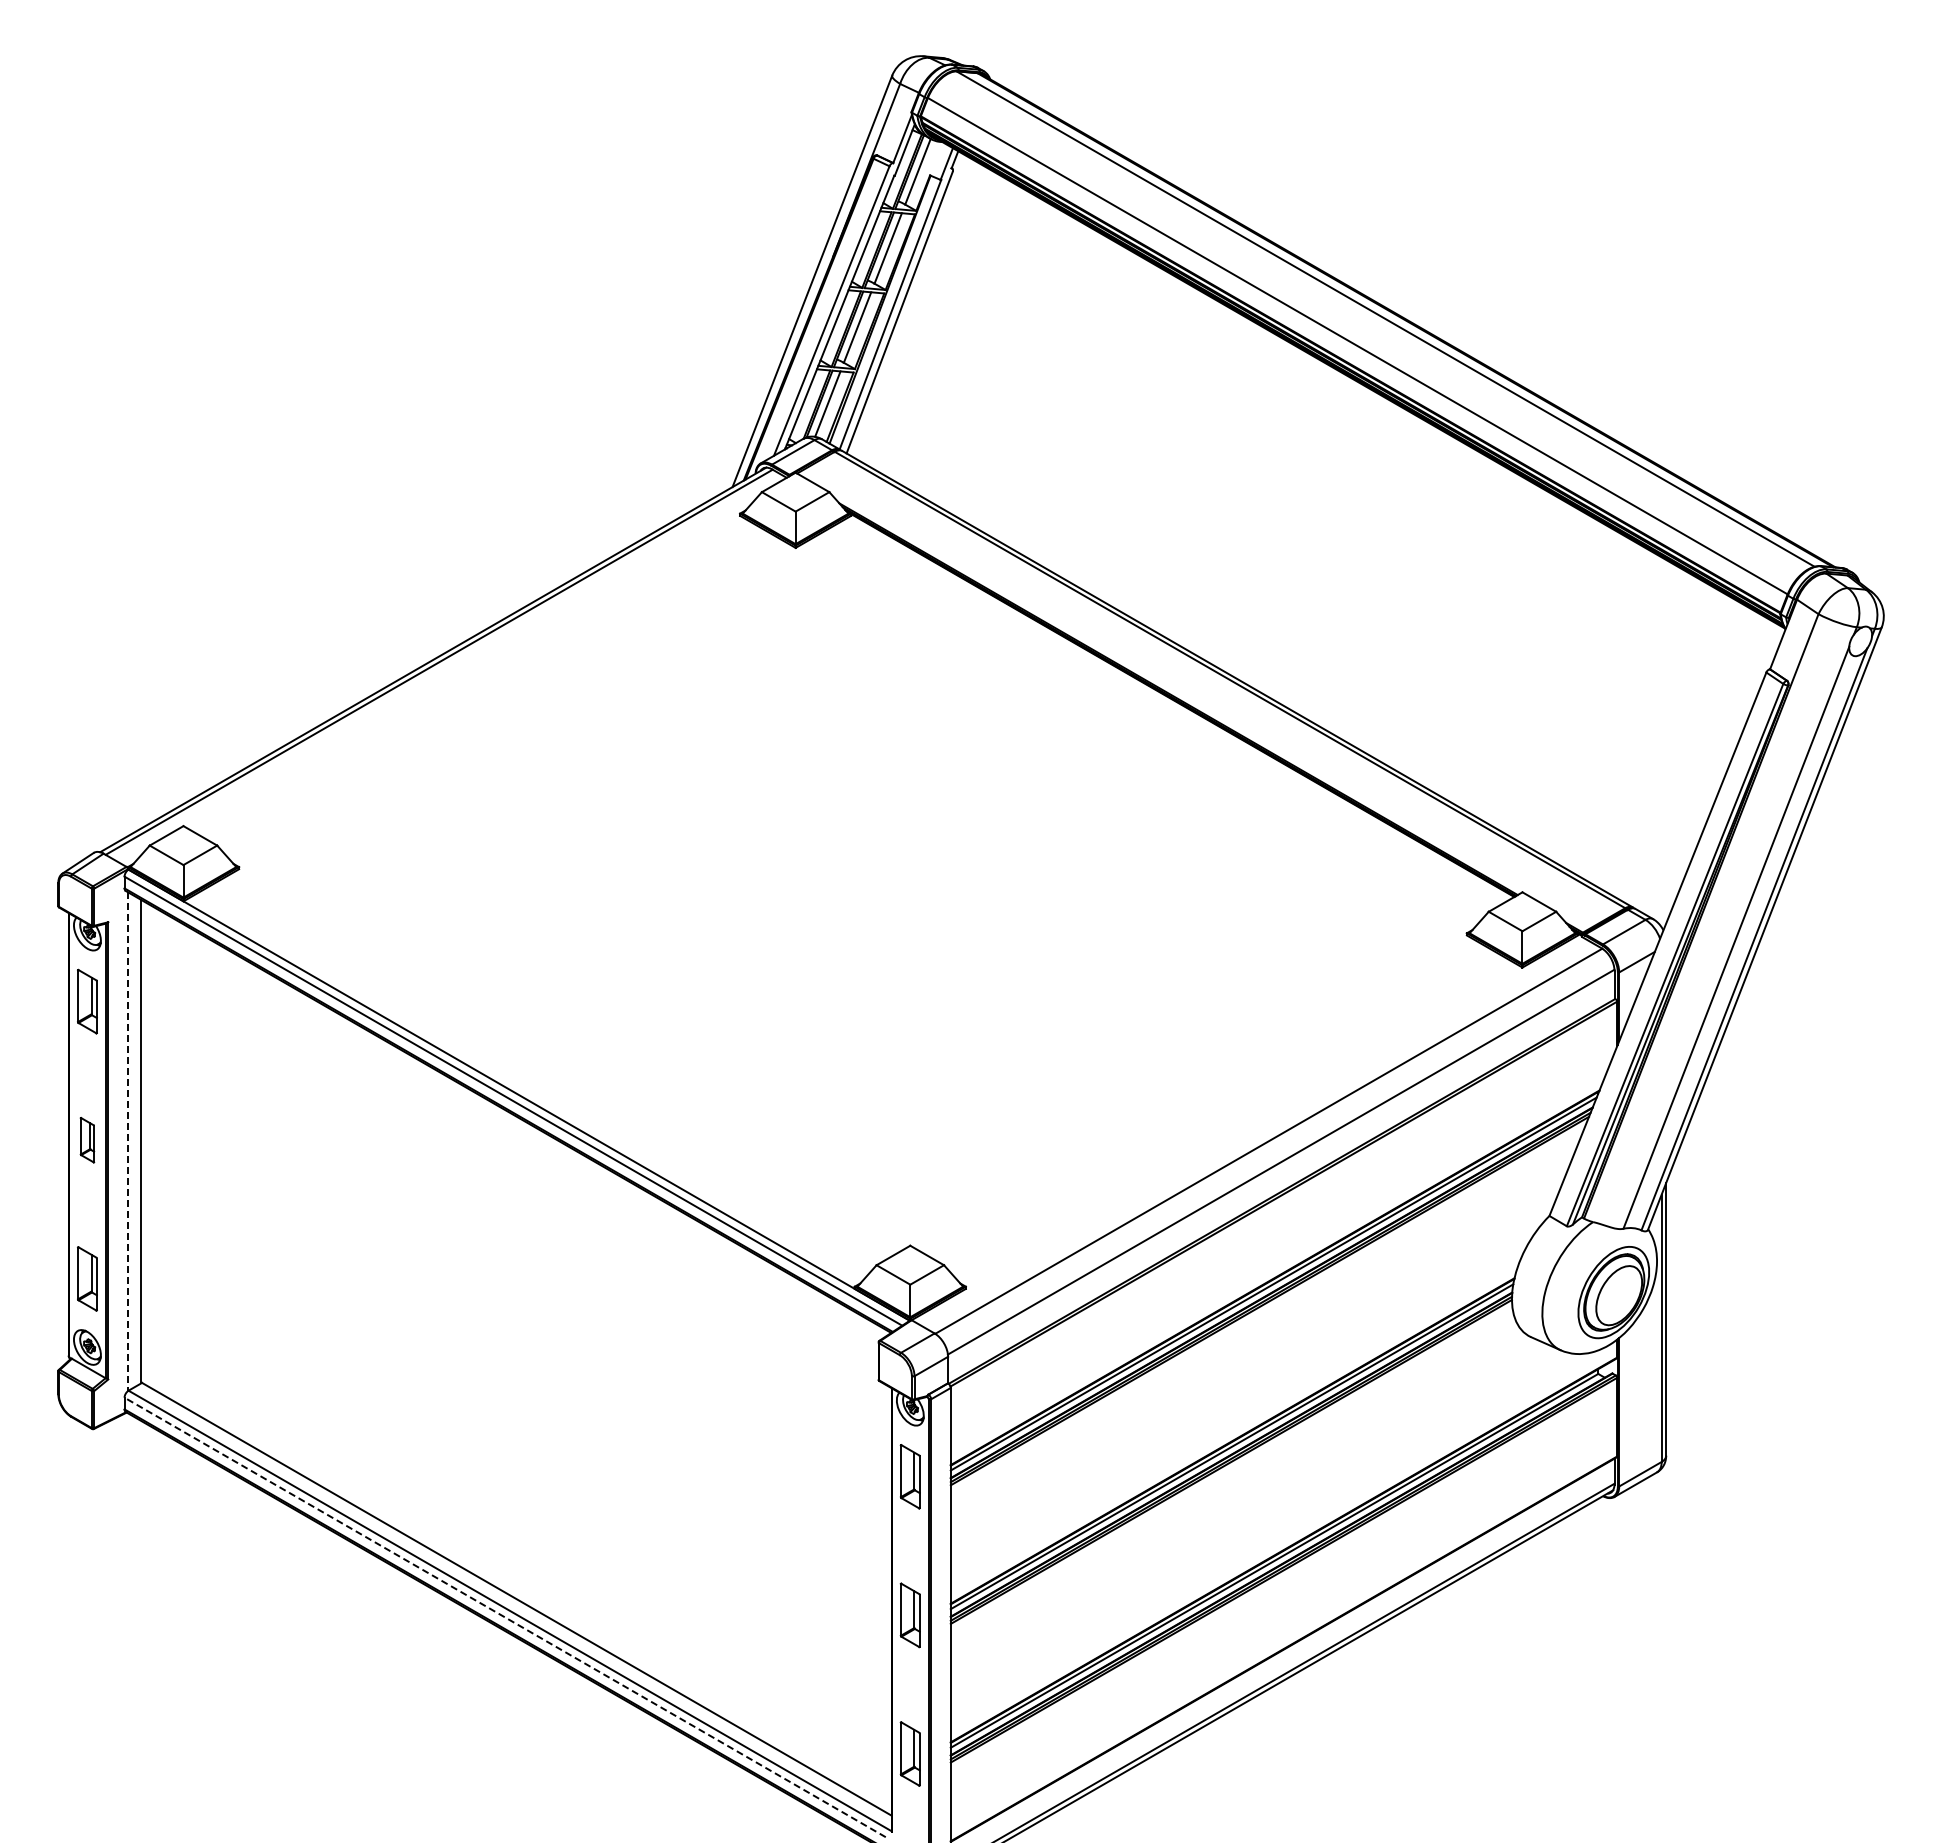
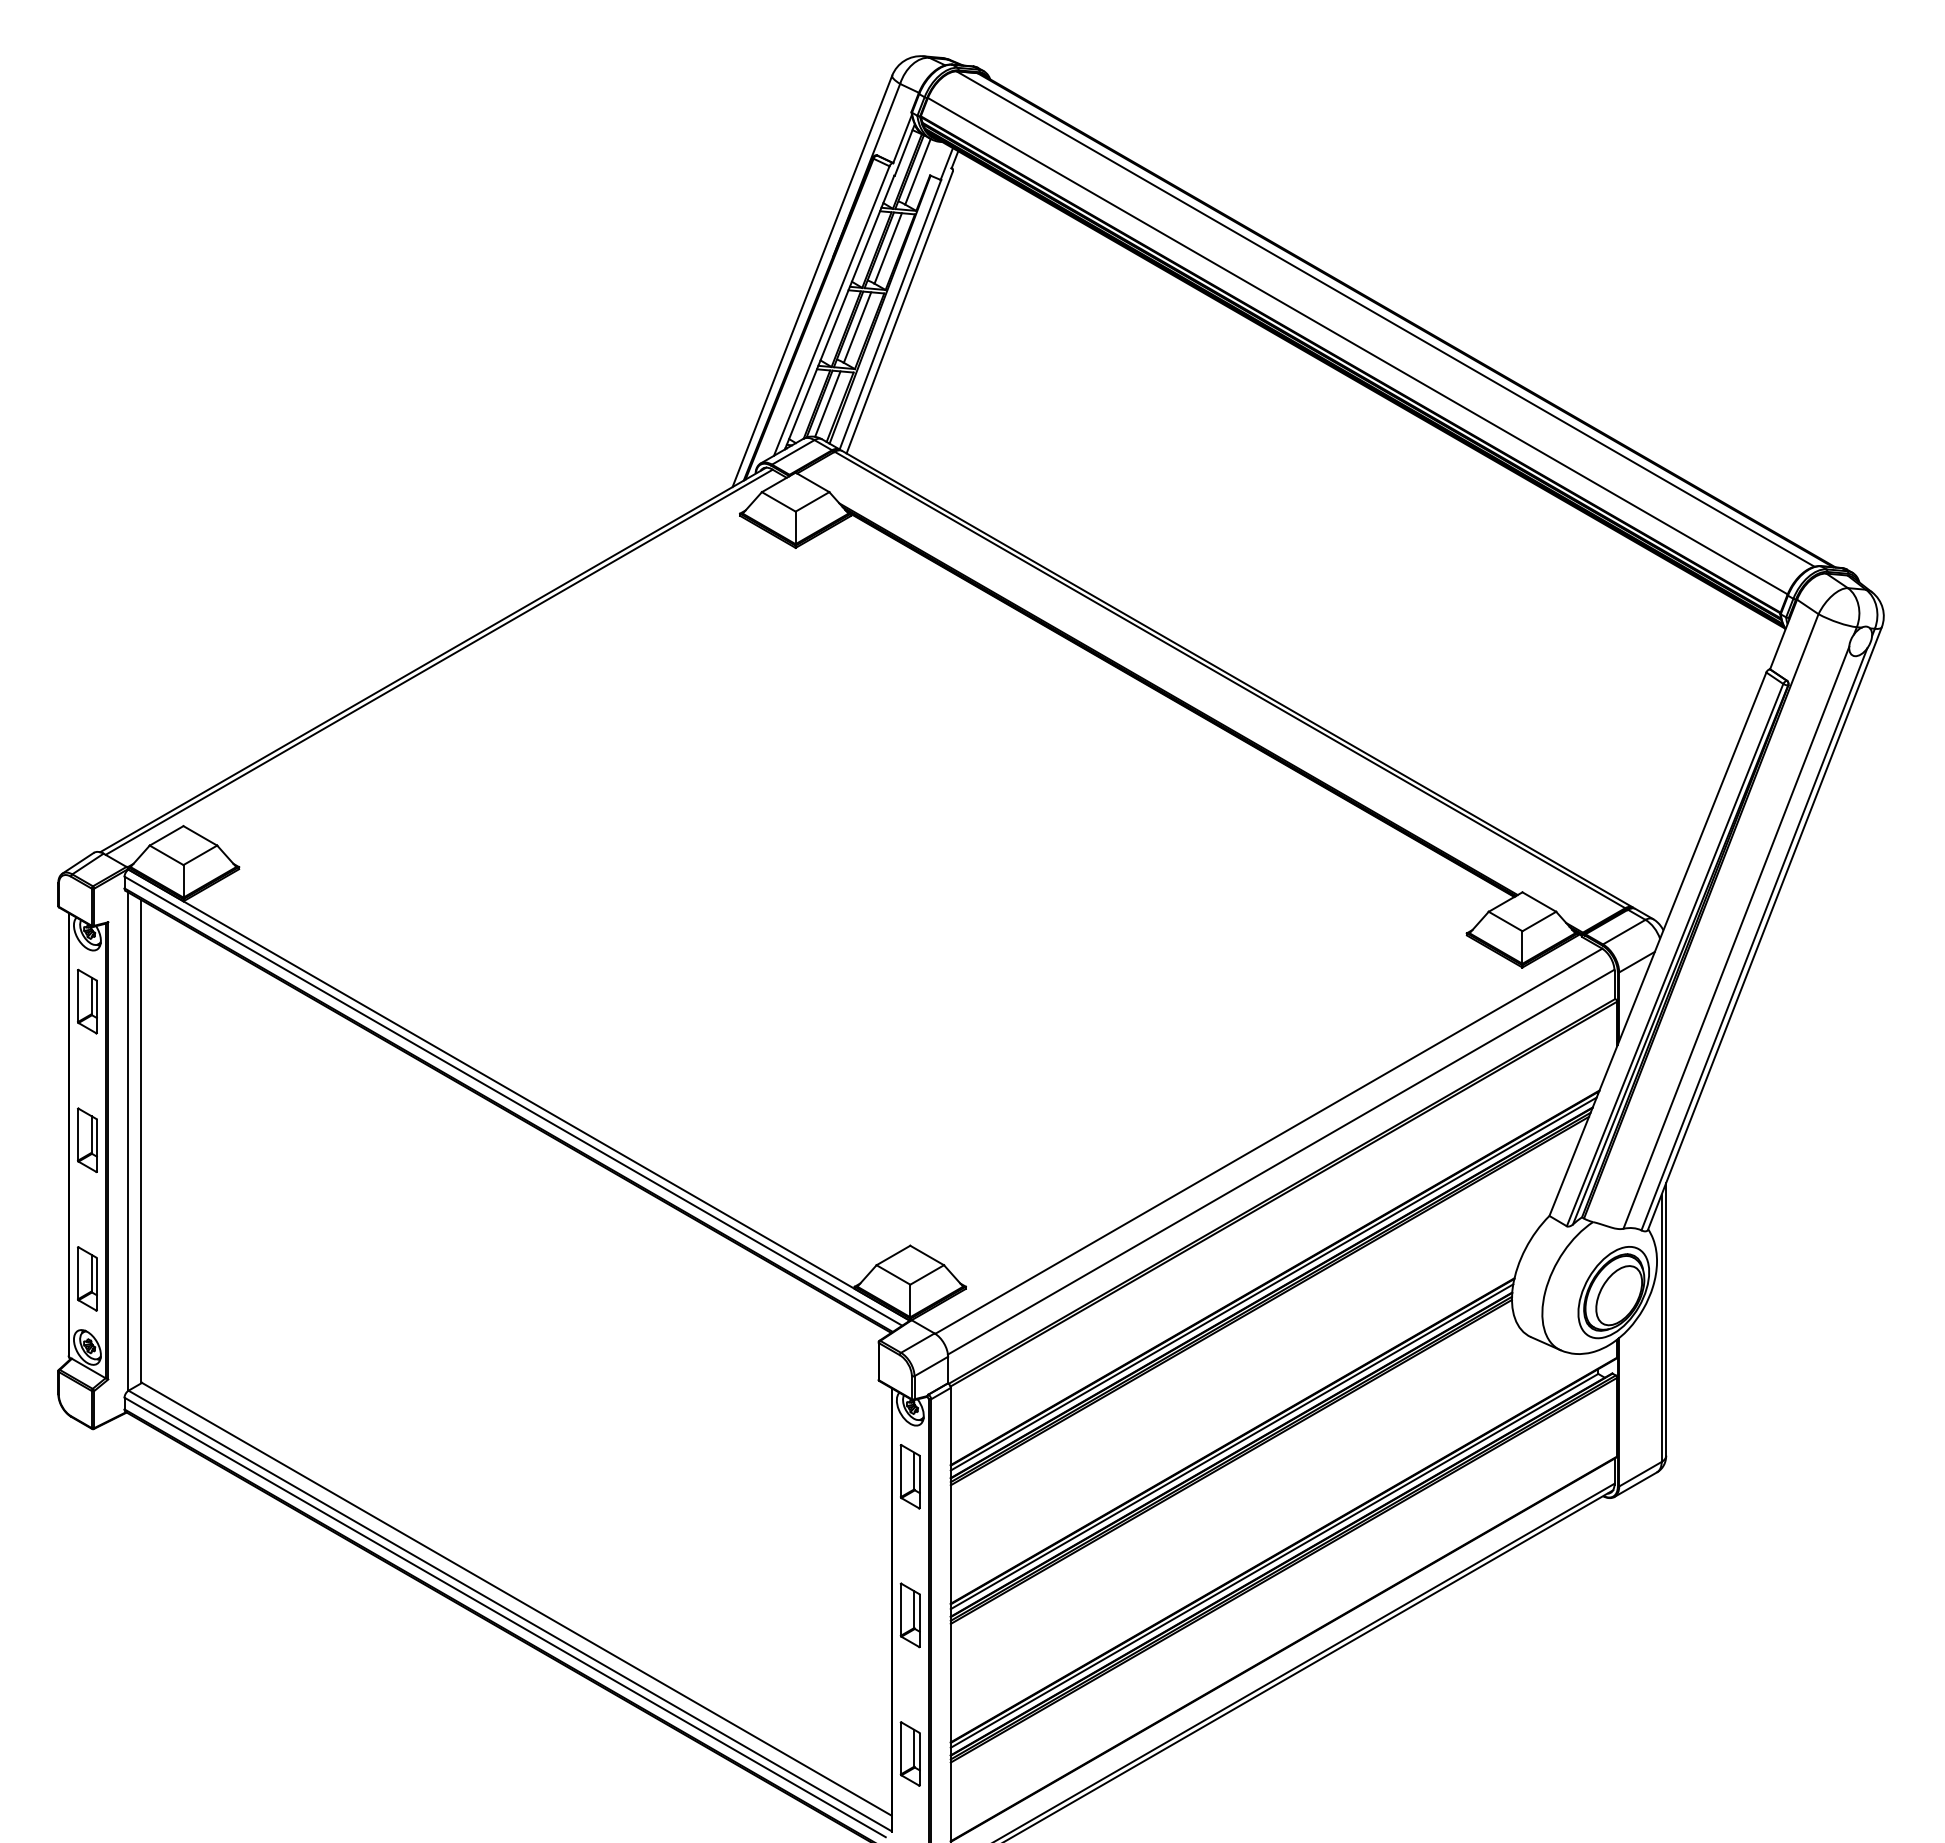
part at (87, 1140) size: 17x47 px -> 21x66 px
line at (127, 1142): dashed -> solid
line at (505, 1617): dashed -> solid
